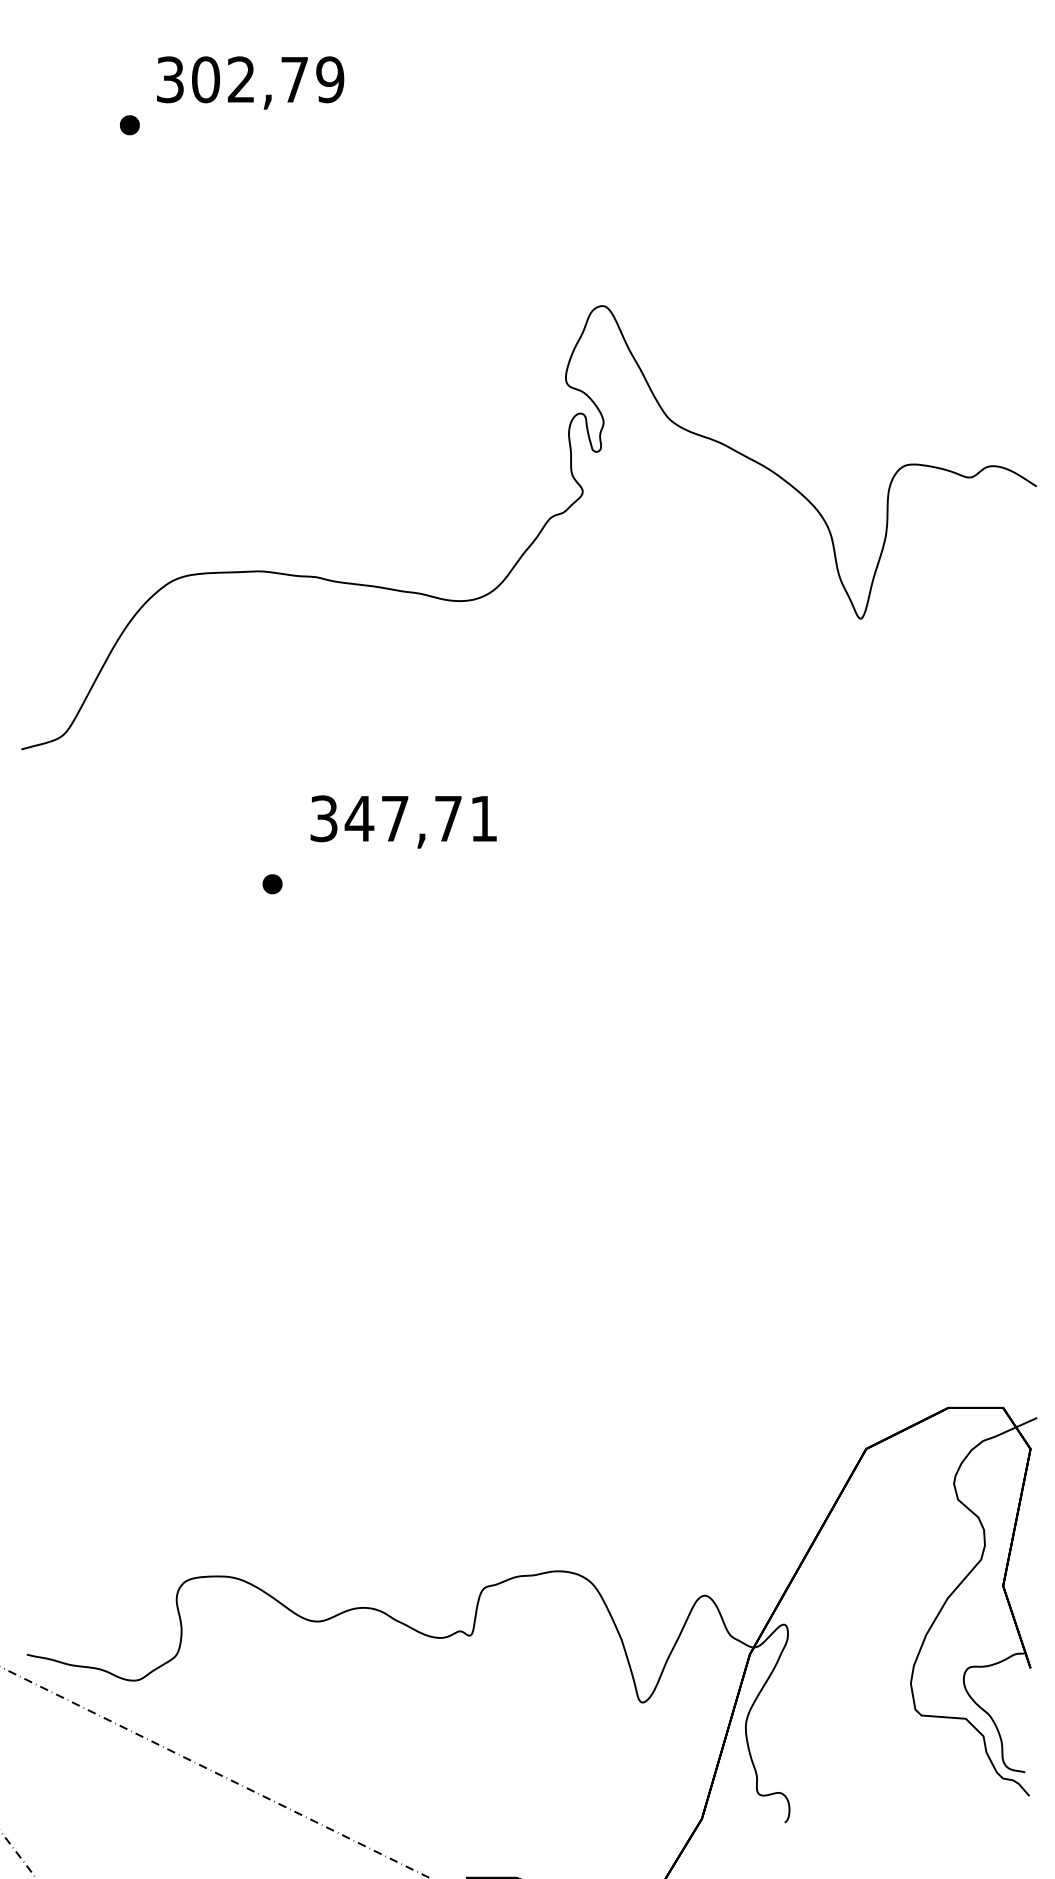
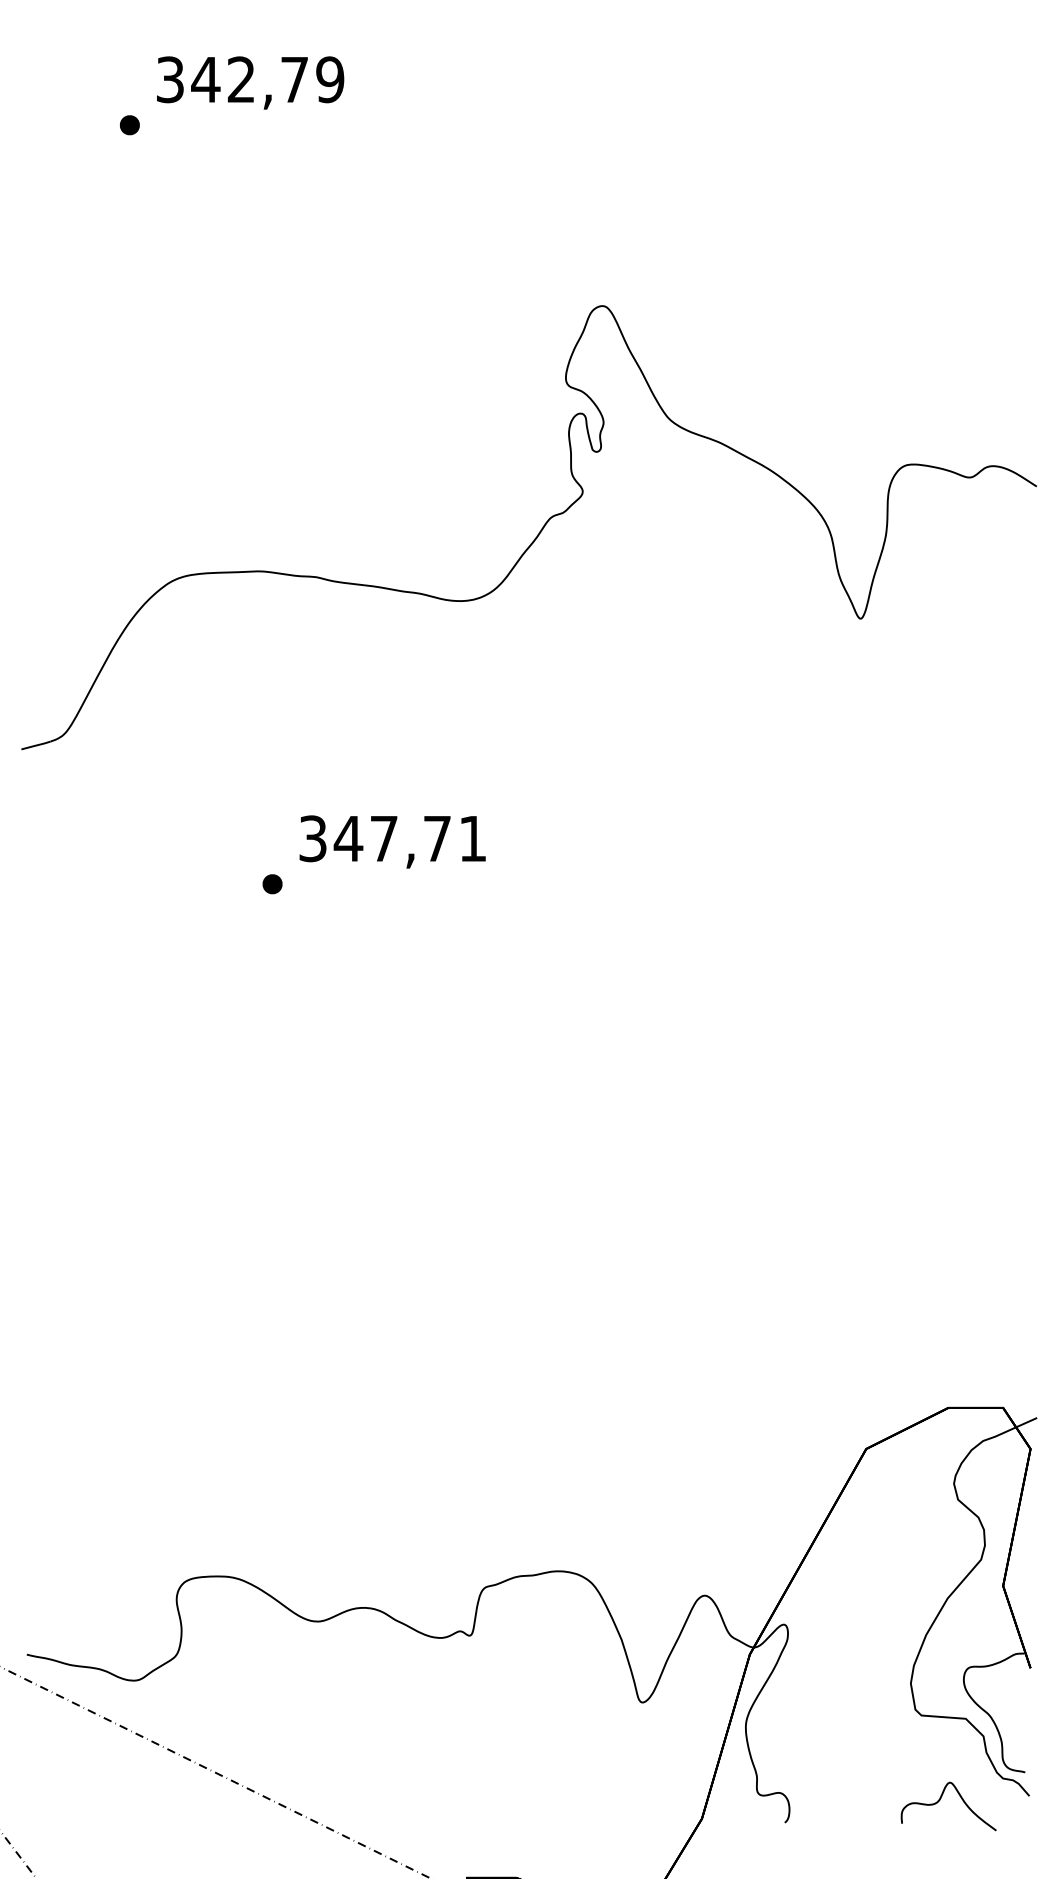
text at (205, 79): 302,79 -> 342,79
text at (403, 821) position: (403, 821) -> (392, 841)
curve at (940, 1800): none -> present
